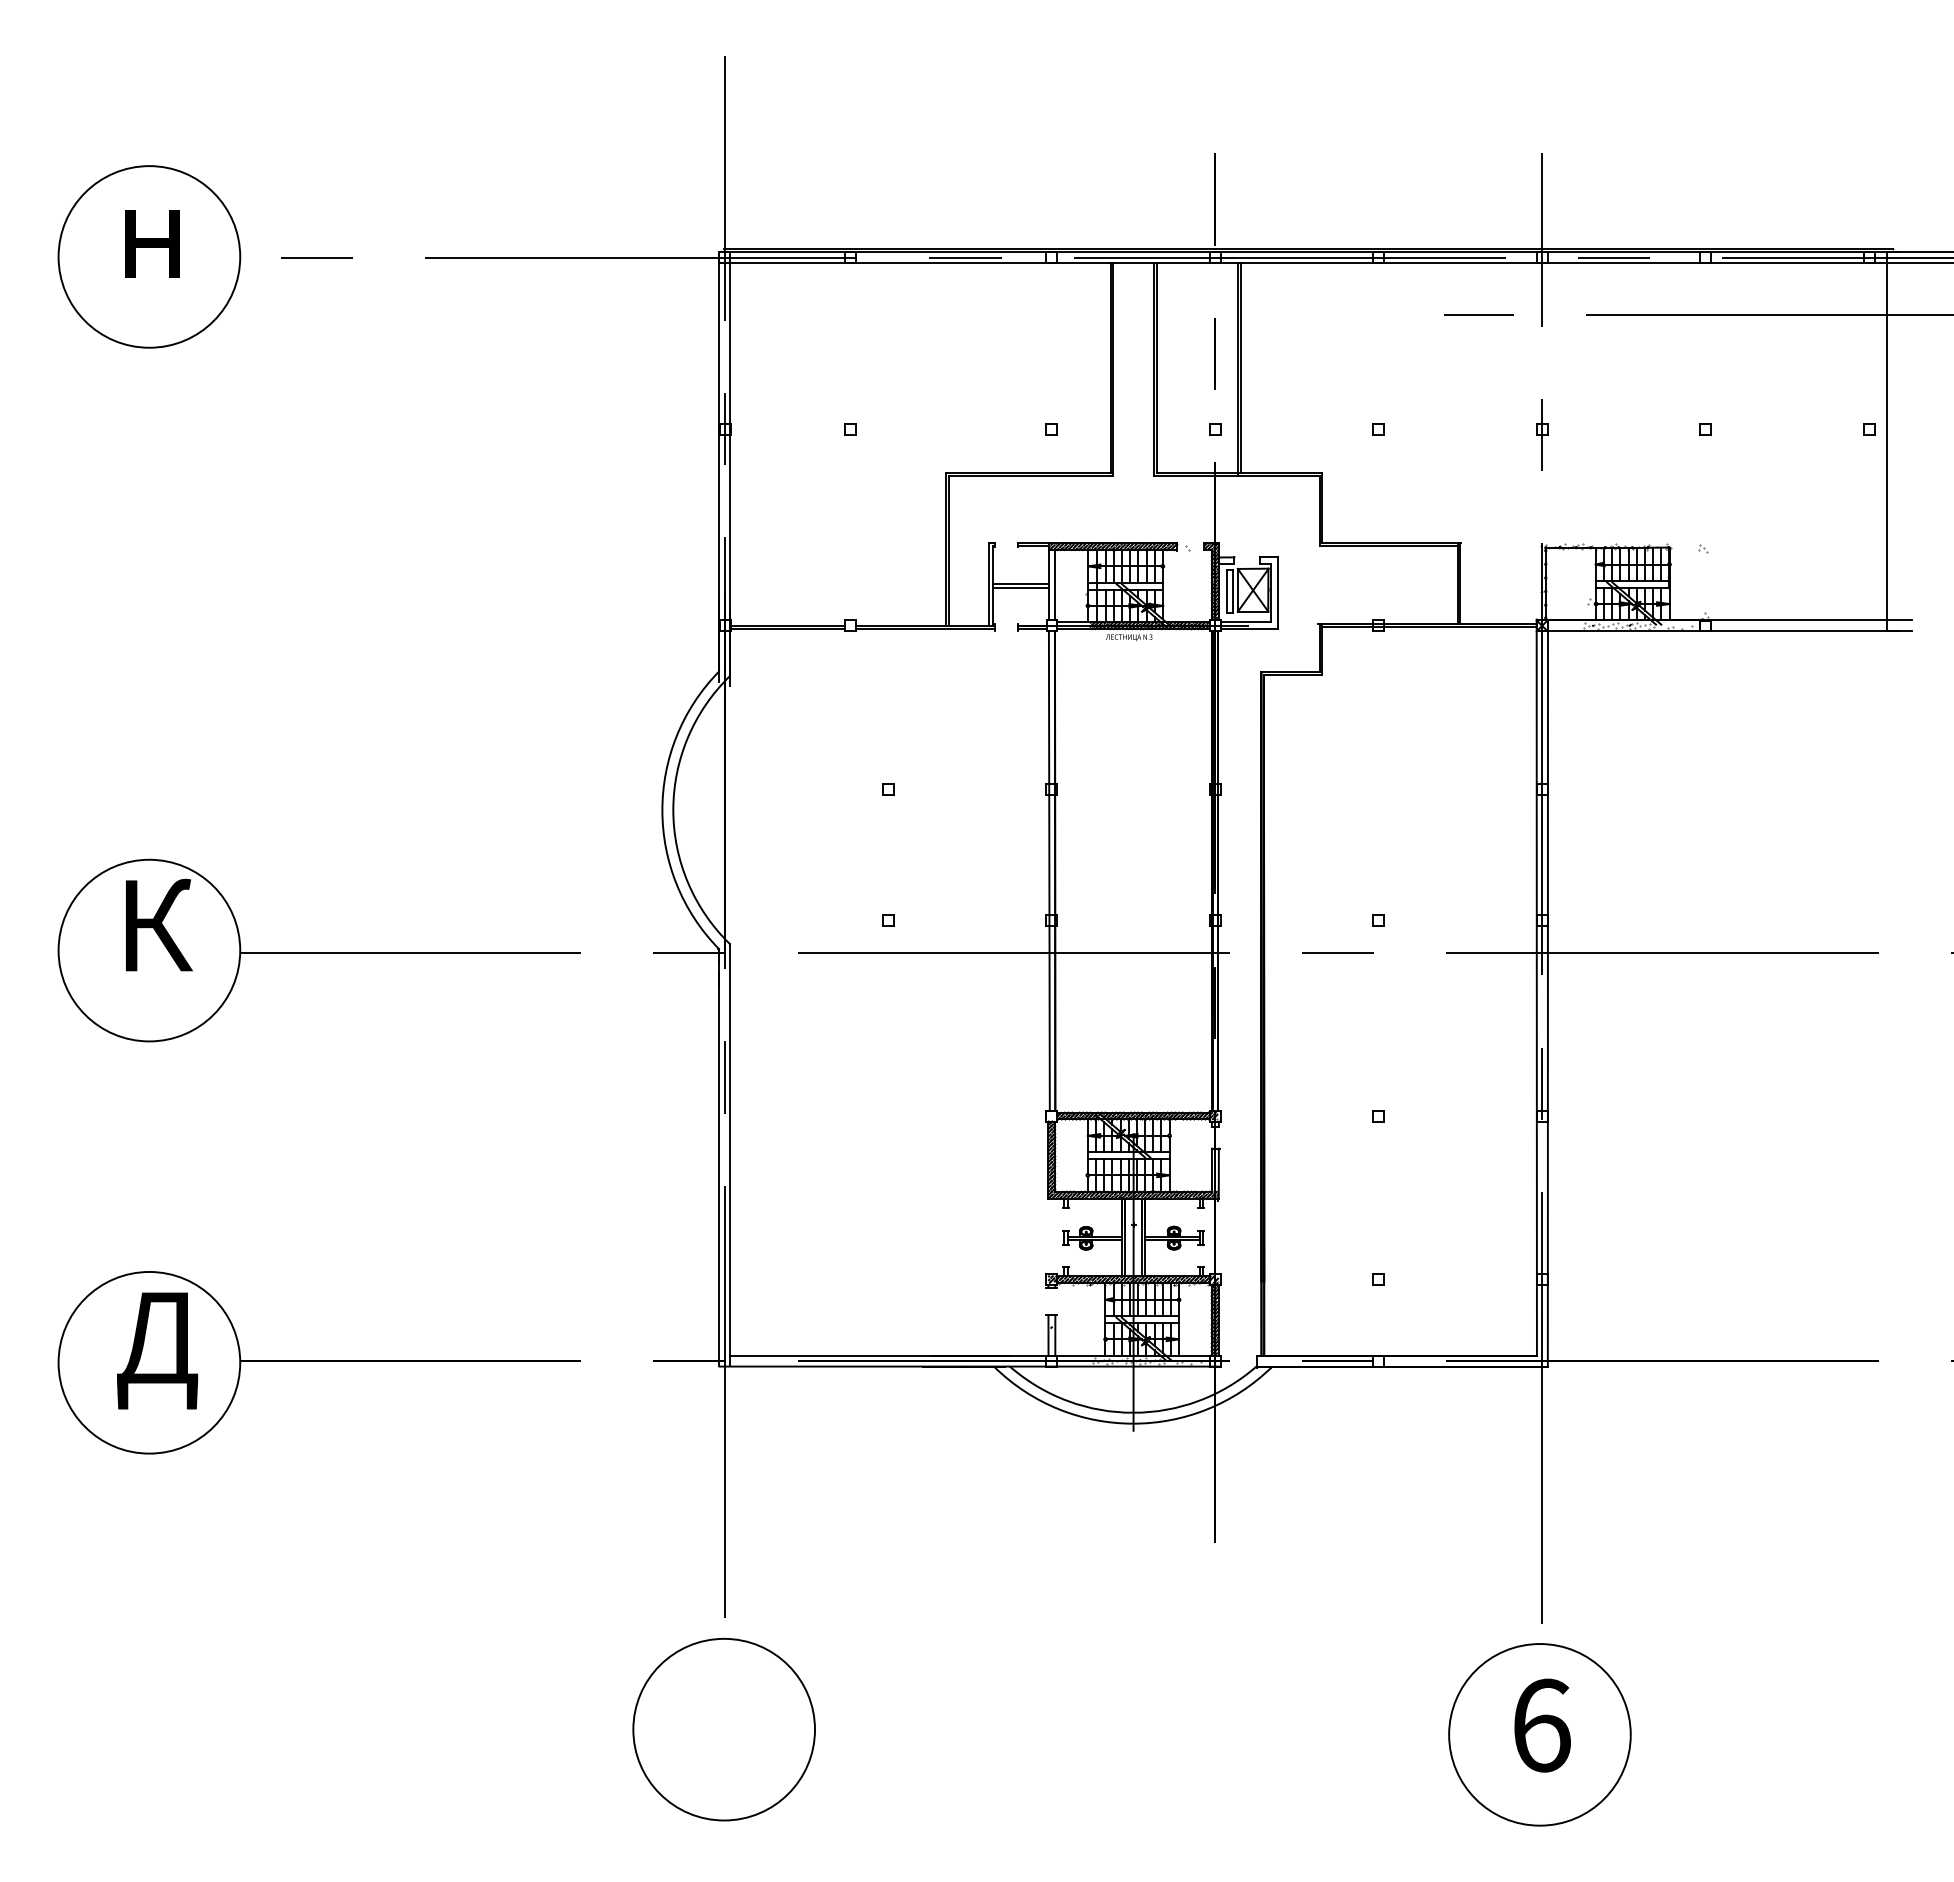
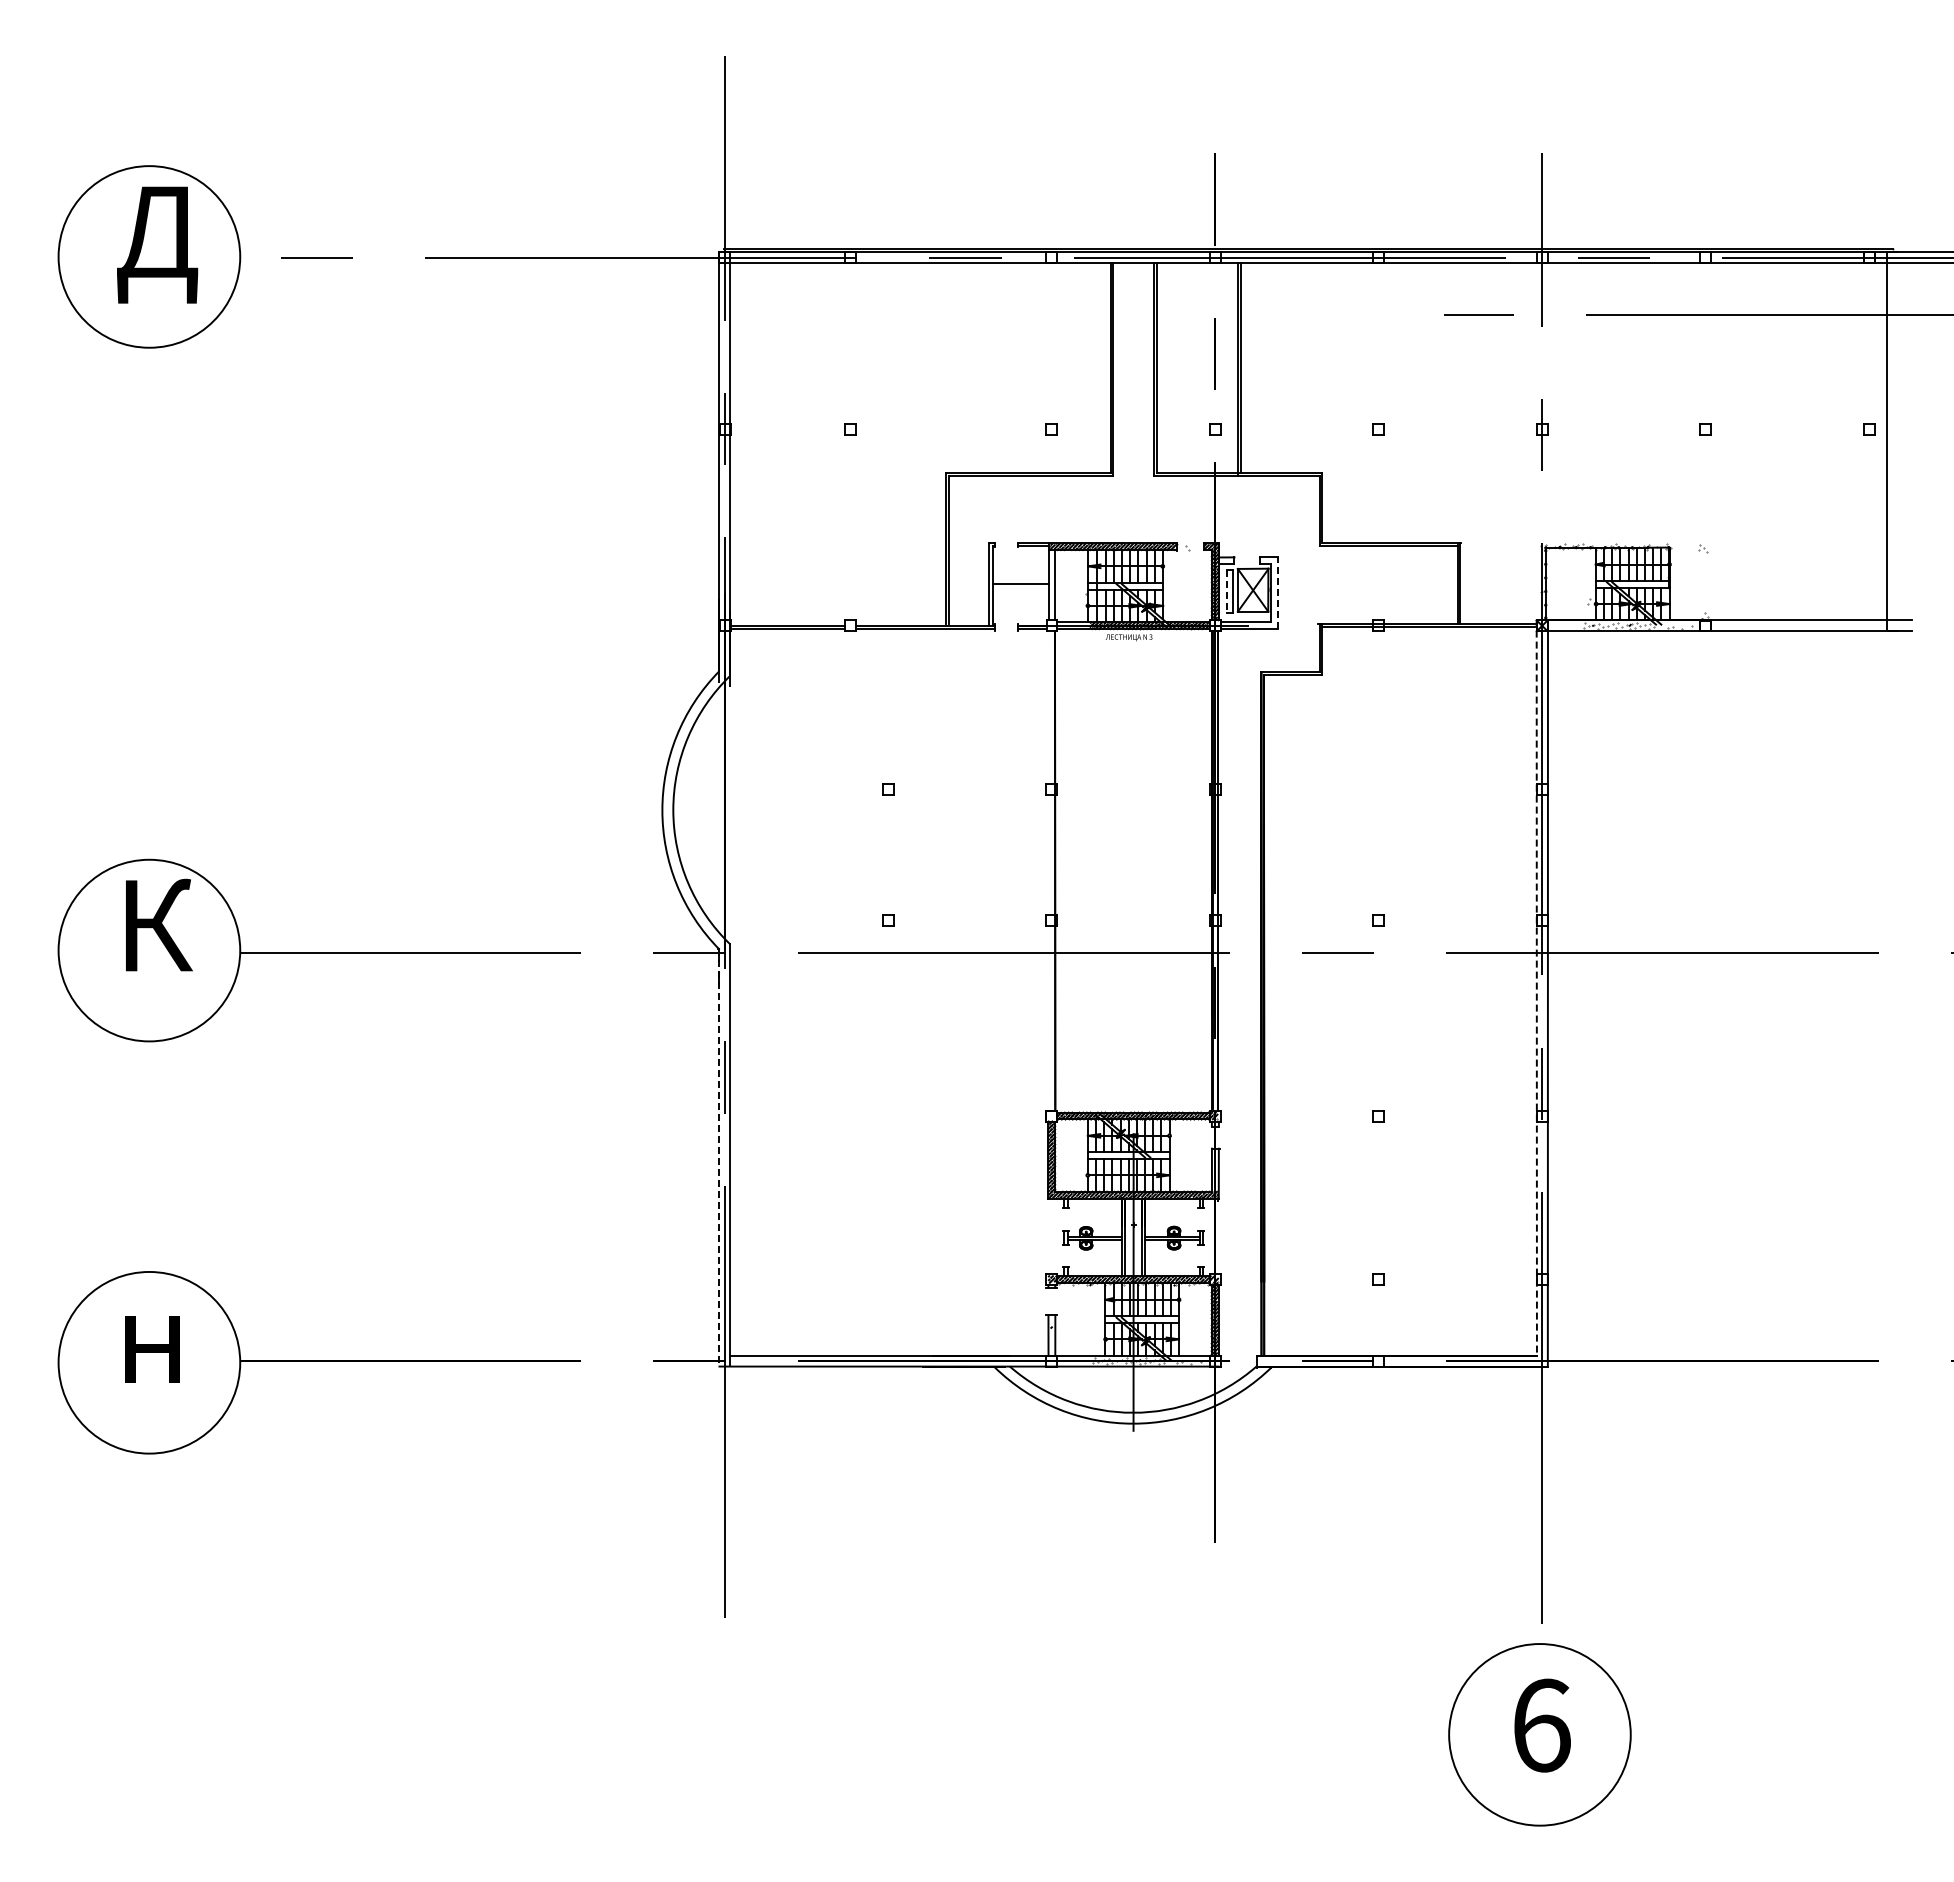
text at (157, 244): н -> Д
line at (1020, 587): present -> none
line at (1227, 591): solid -> dashed
line at (1278, 593): solid -> dashed
line at (1048, 870): present -> none
line at (1536, 988): solid -> dashed
line at (719, 1158): solid -> dashed
text at (157, 1350): Д -> н
circle at (723, 1729): present -> none
